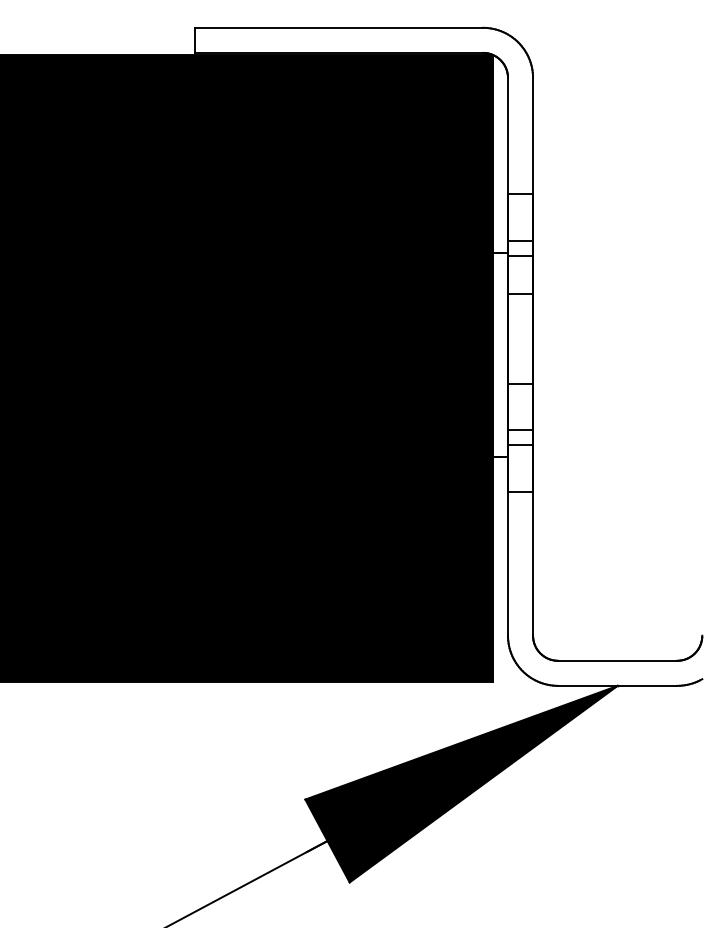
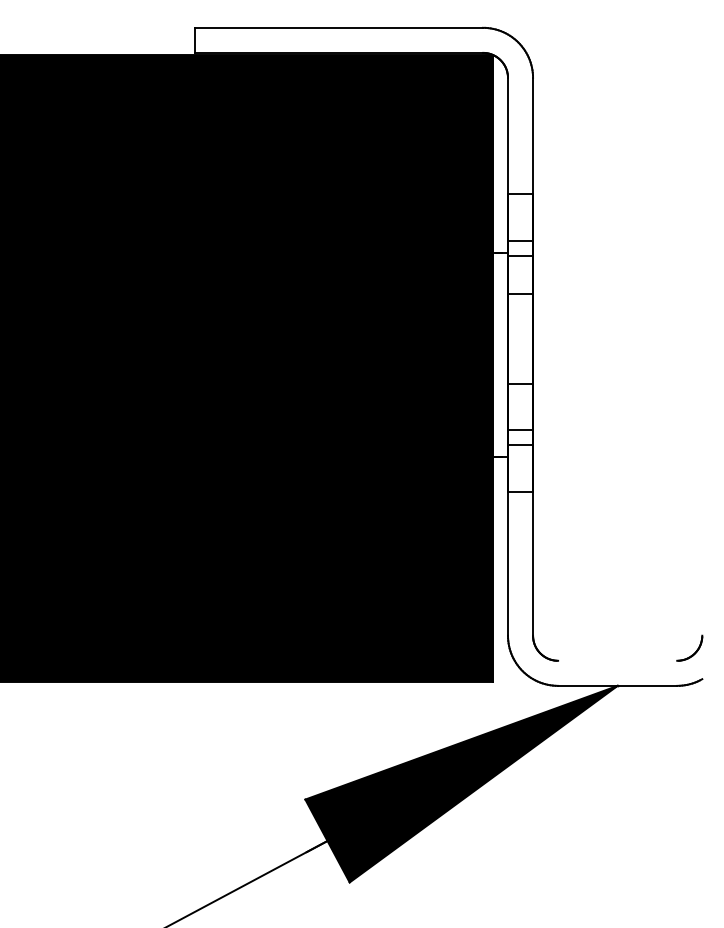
line at (617, 660): present -> none
